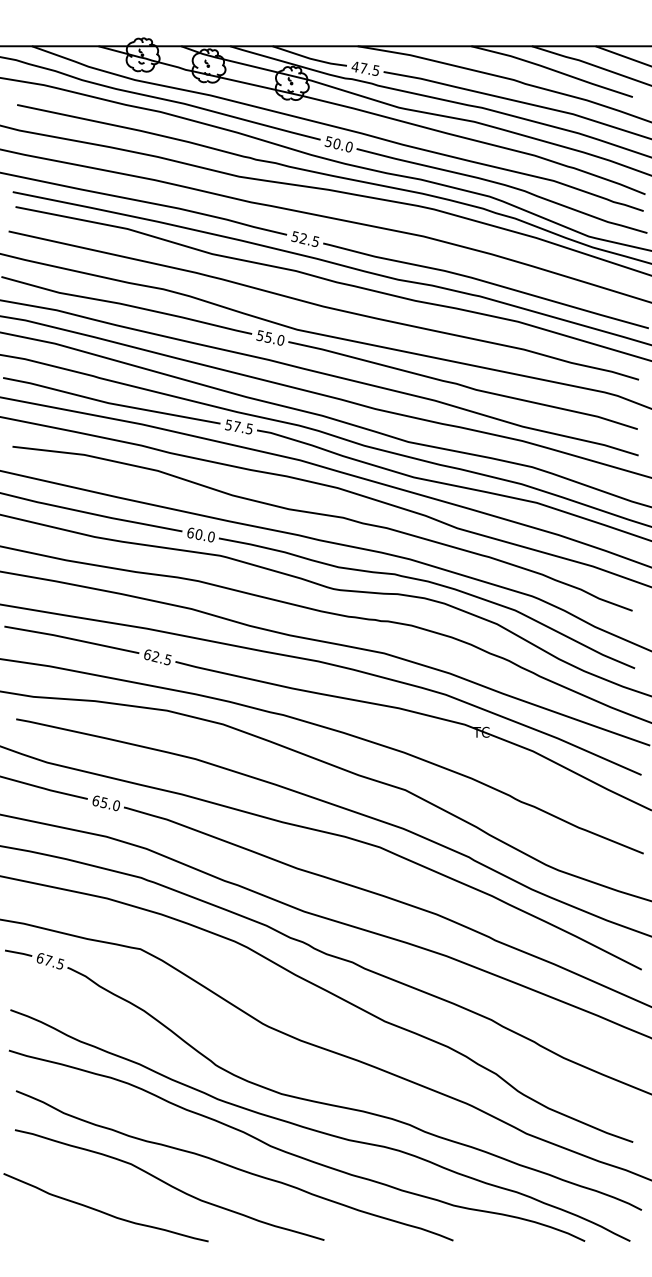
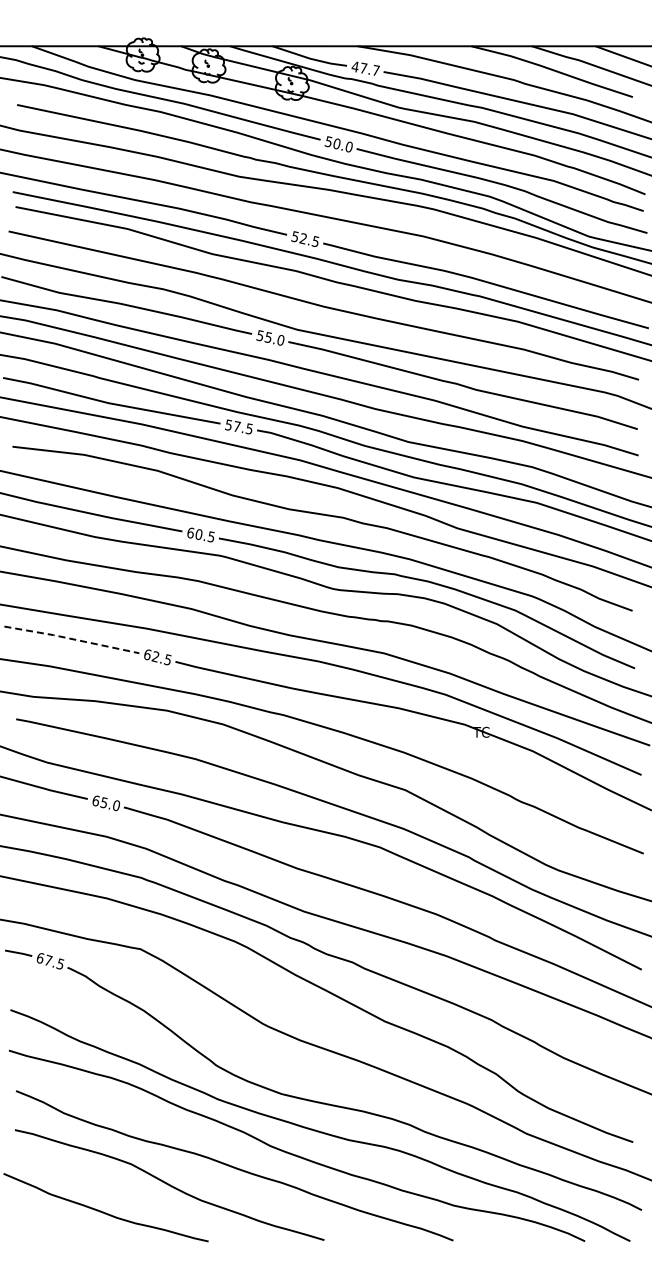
text at (375, 70): 47.5 -> 47.7
text at (210, 536): 60.0 -> 60.5
line at (71, 639): solid -> dashed
